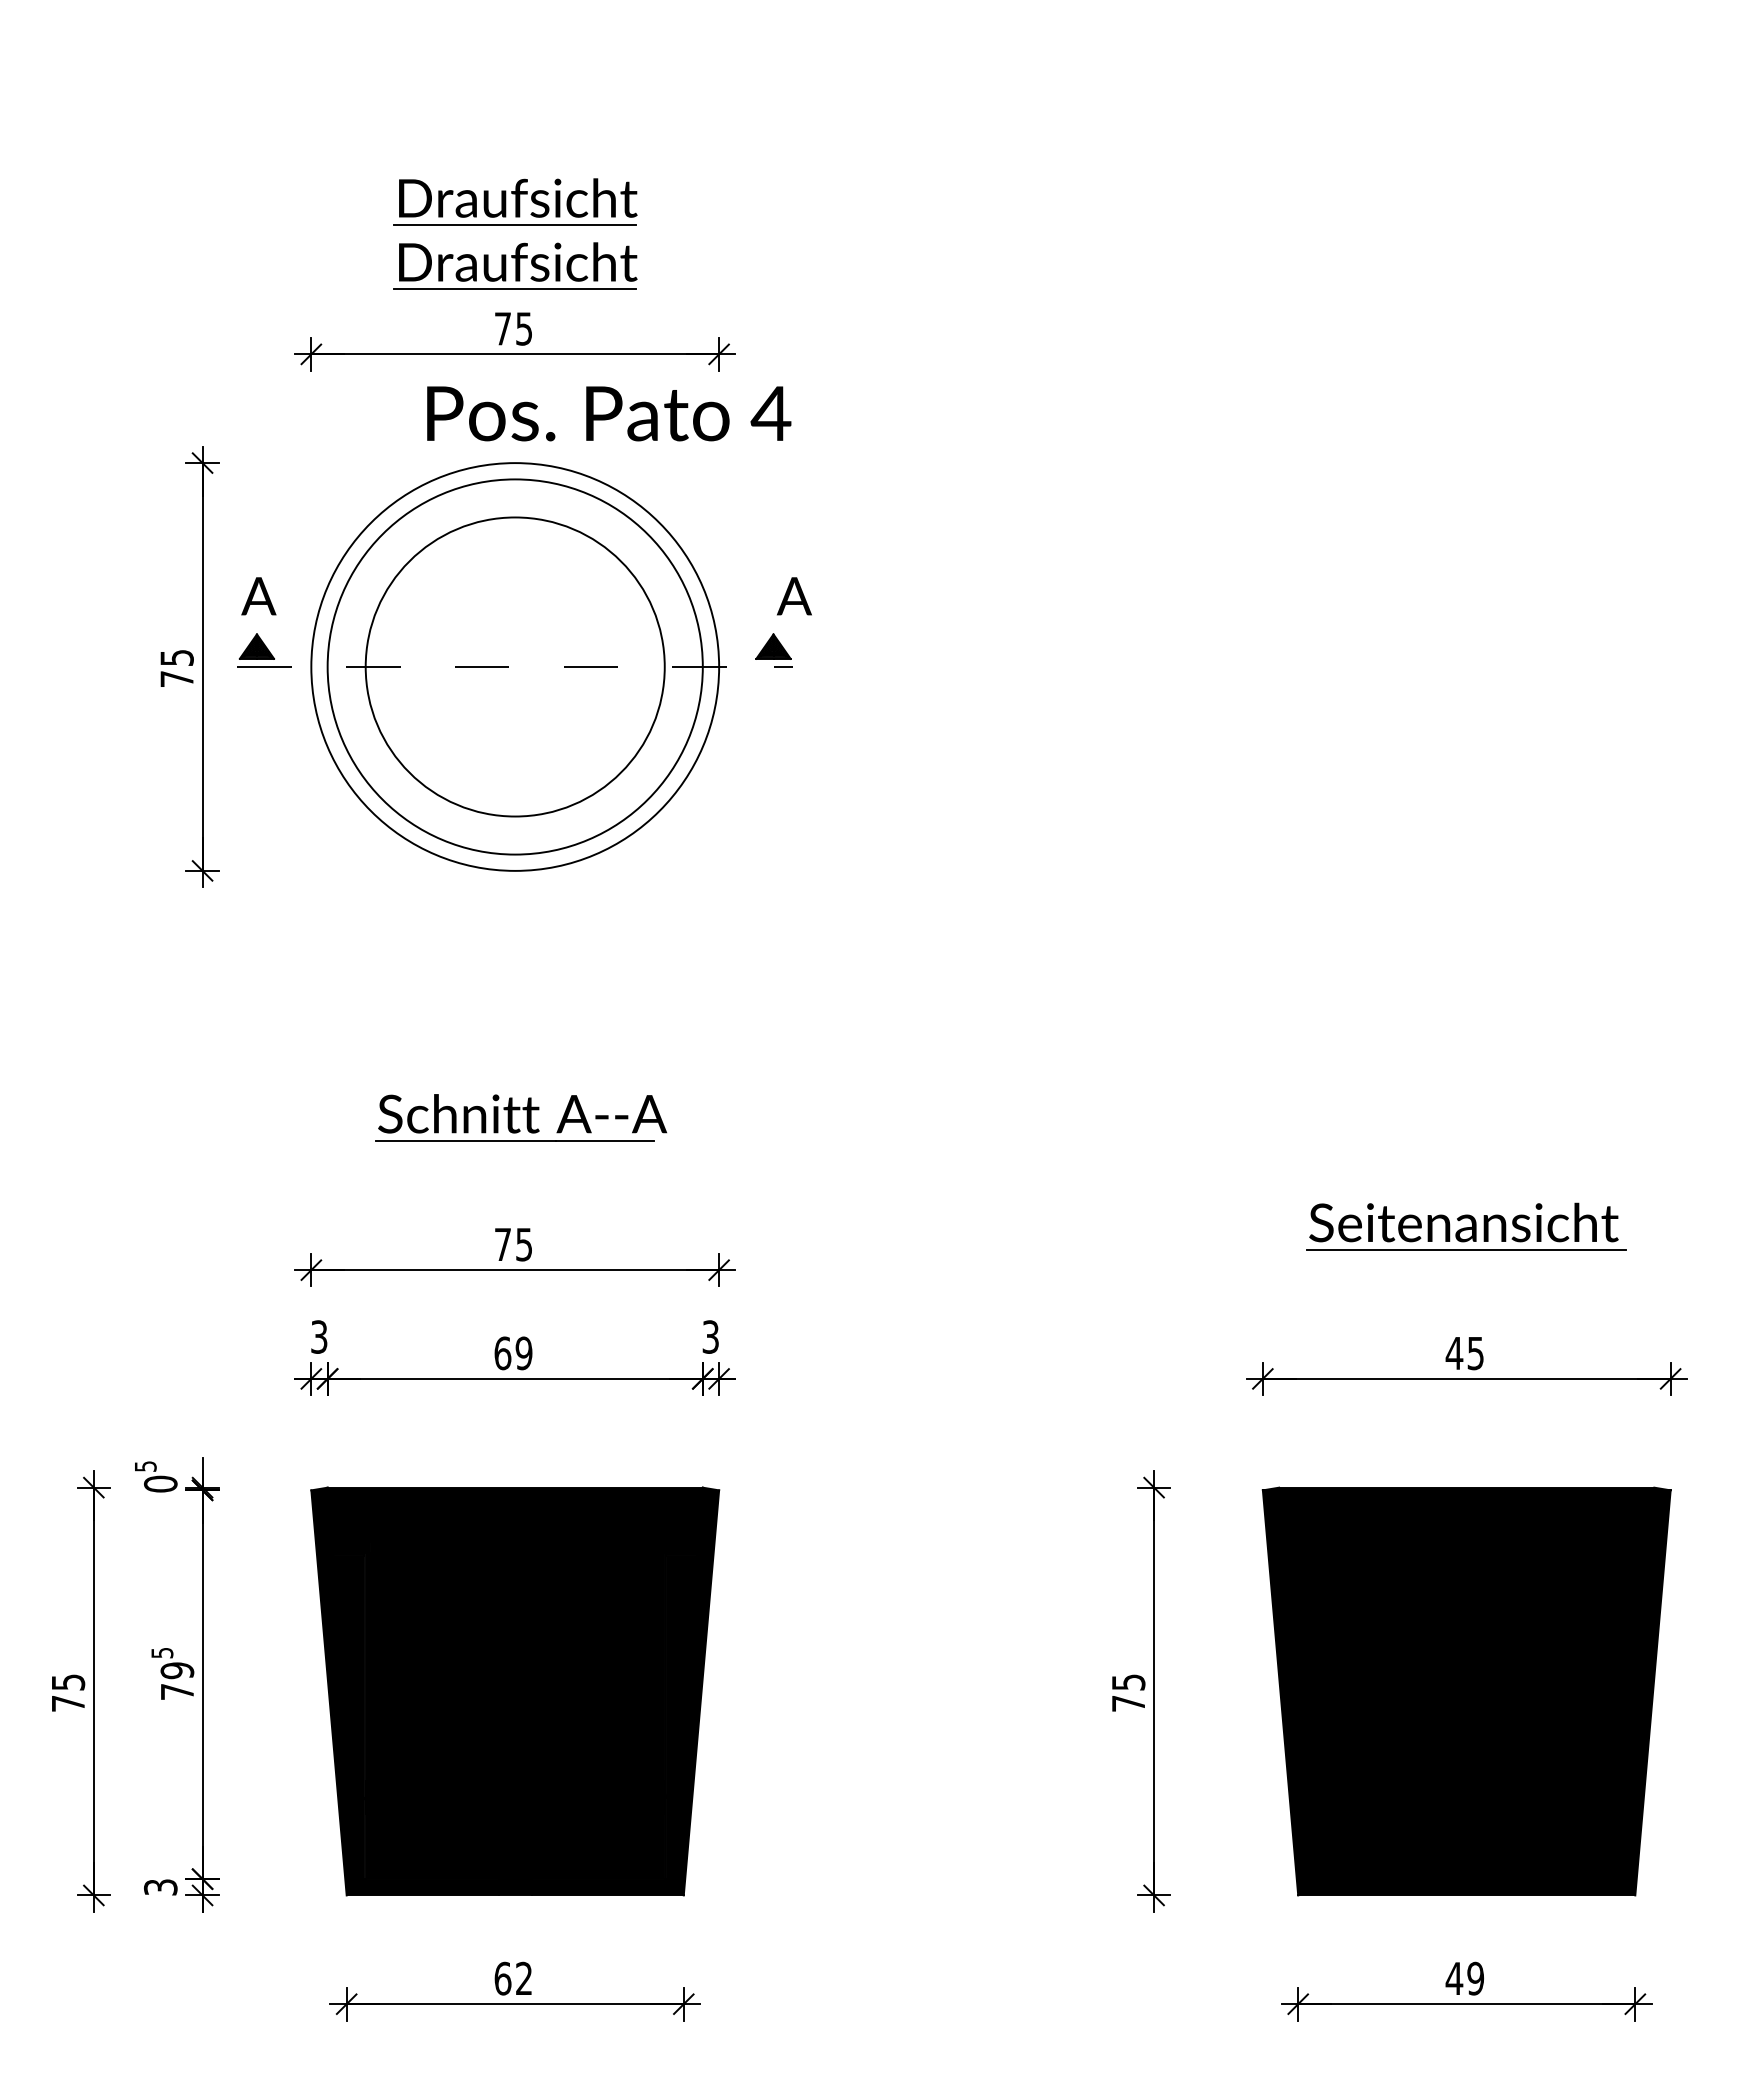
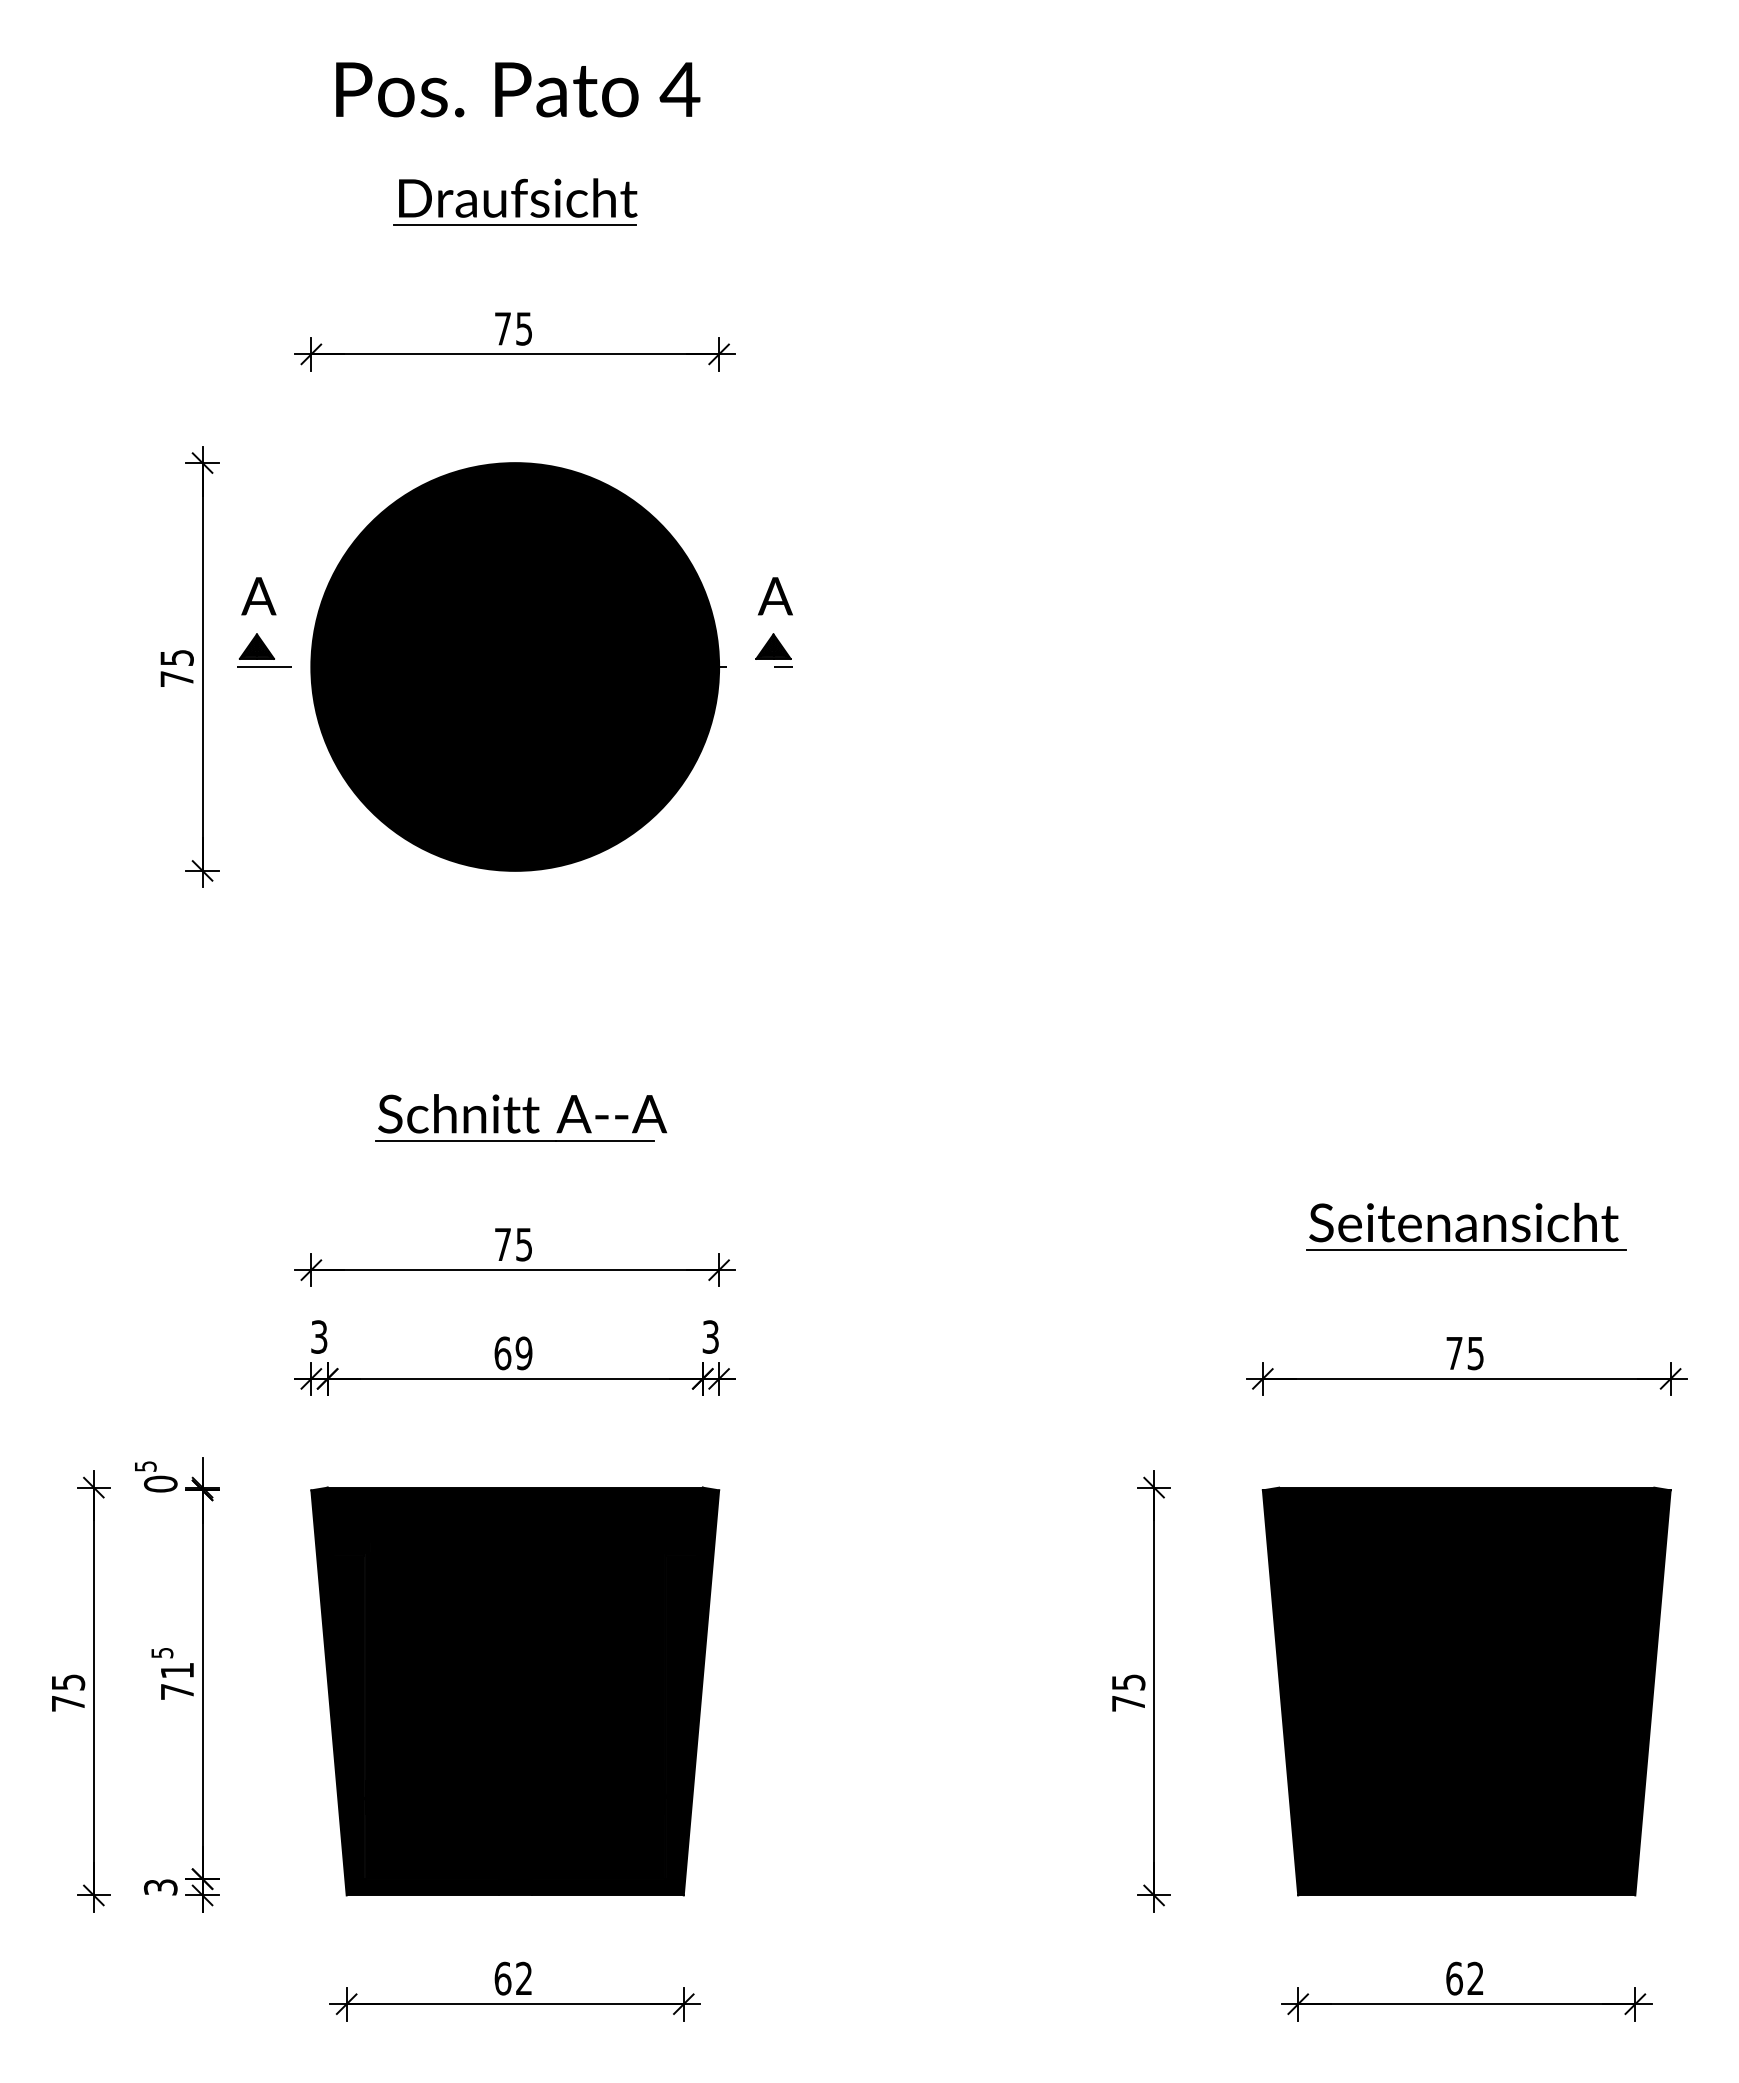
part at (515, 265): present -> none
text at (609, 413) position: (609, 413) -> (518, 89)
text at (794, 596) position: (794, 596) -> (775, 596)
fill at (515, 666): none -> present
text at (1454, 1353): 45 -> 75
text at (177, 1670): 79 -> 71
text at (1464, 1978): 49 -> 62
